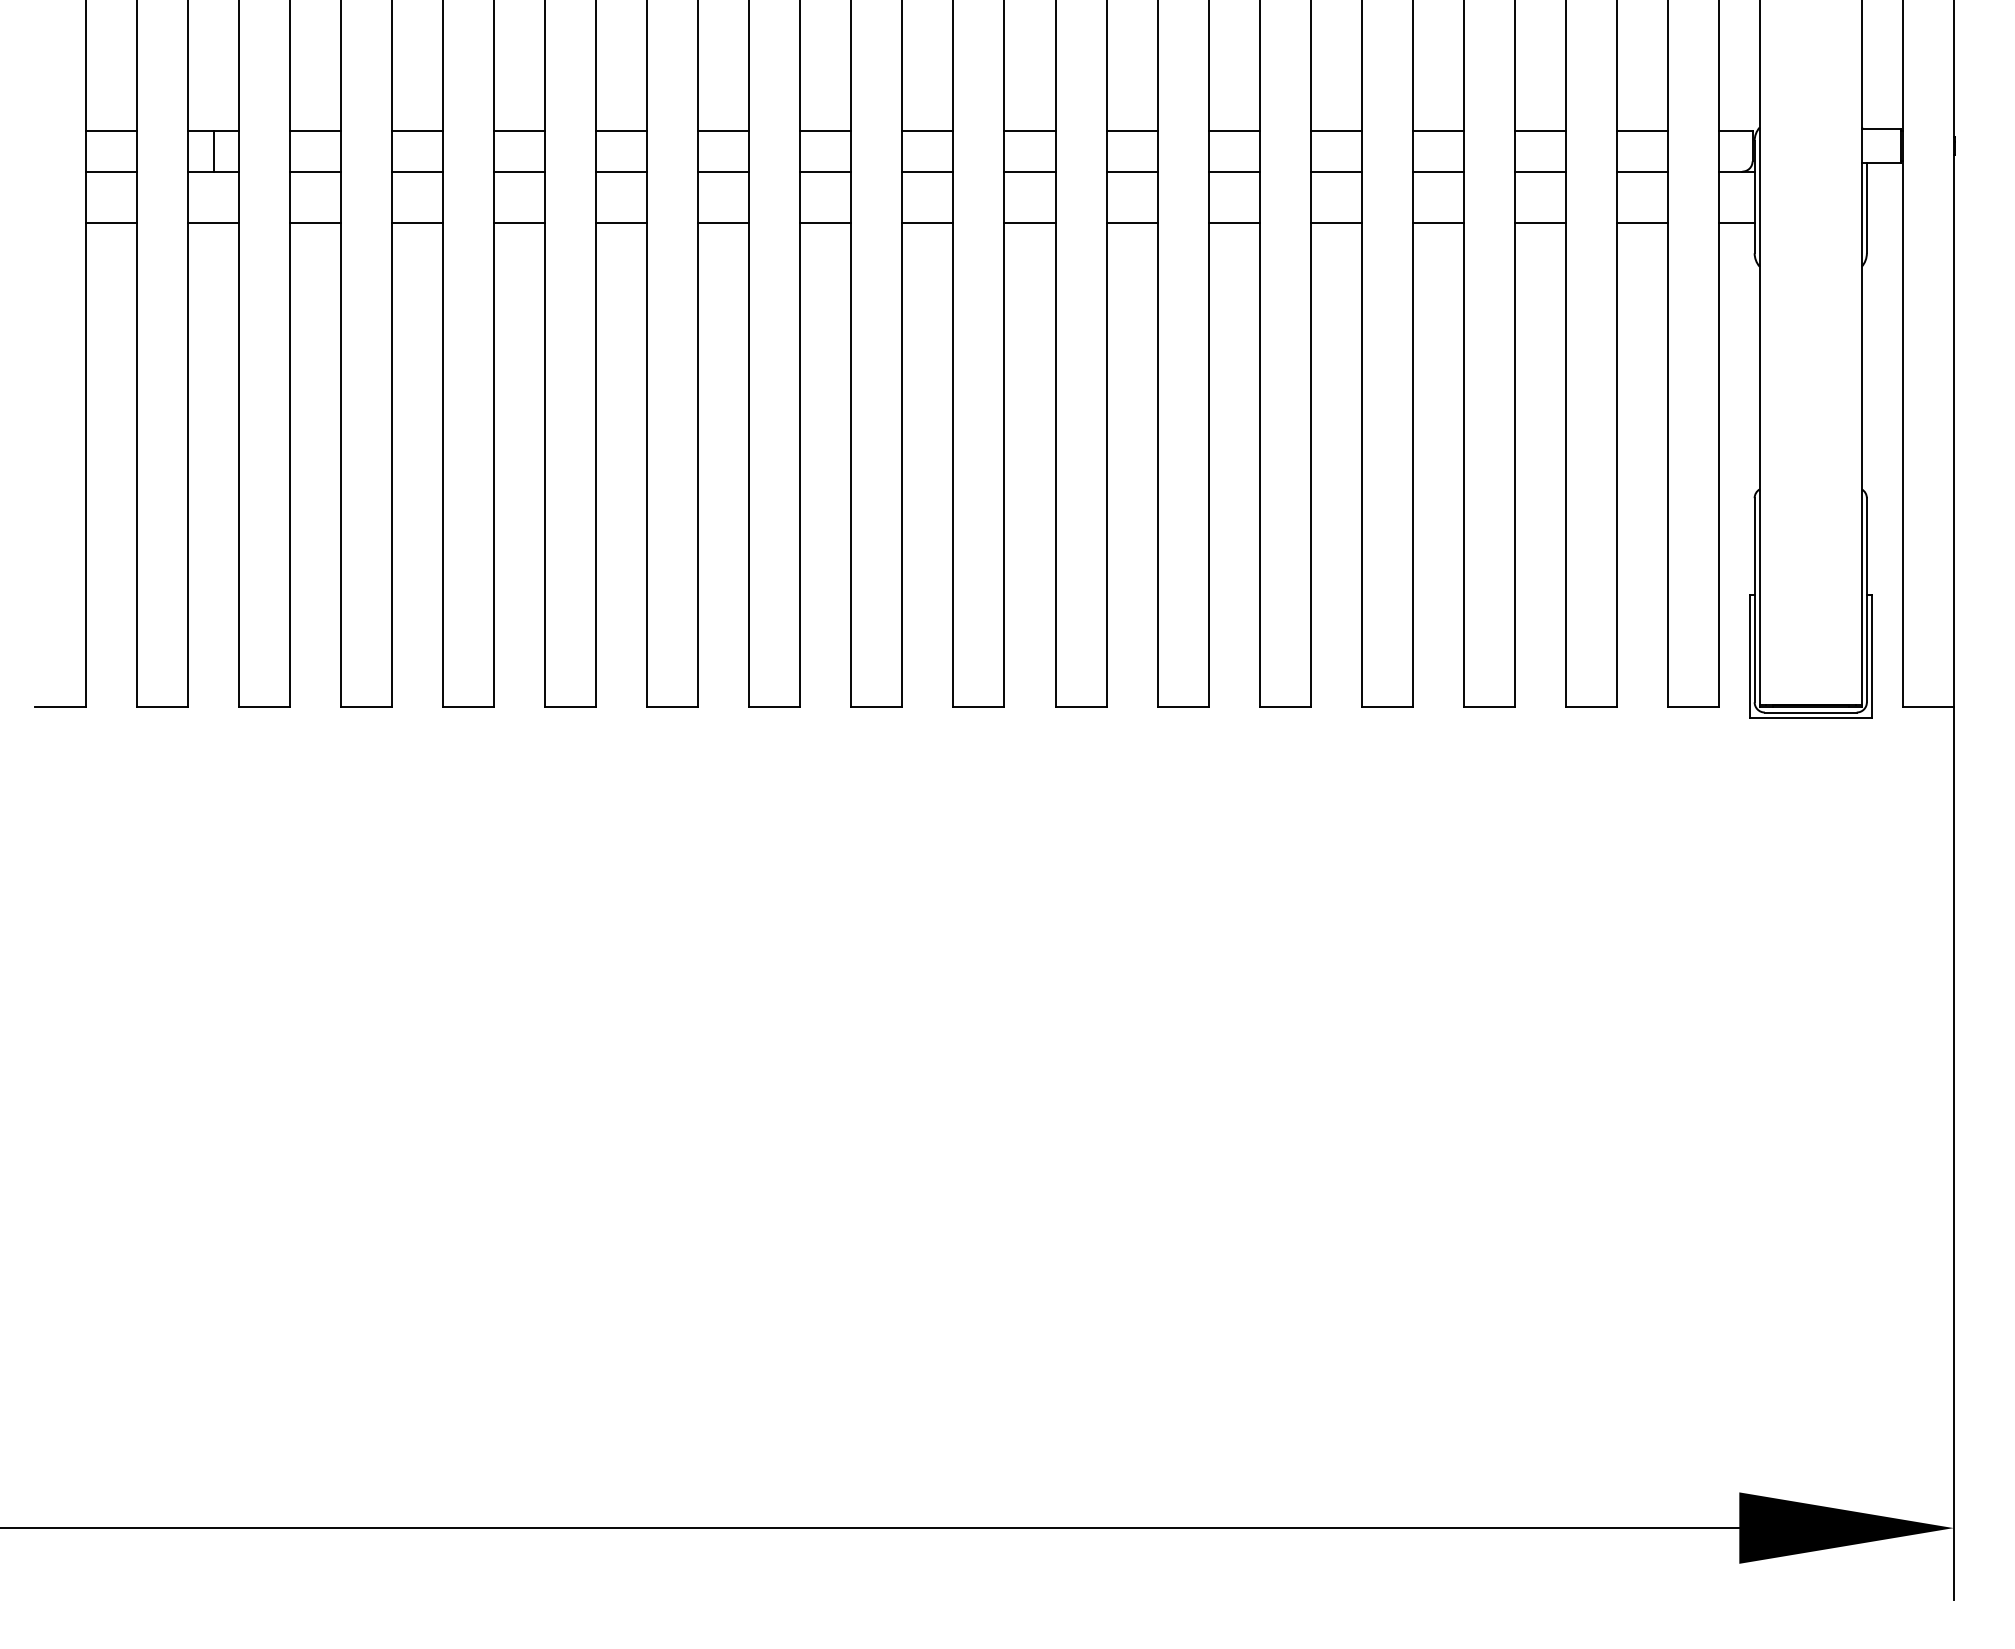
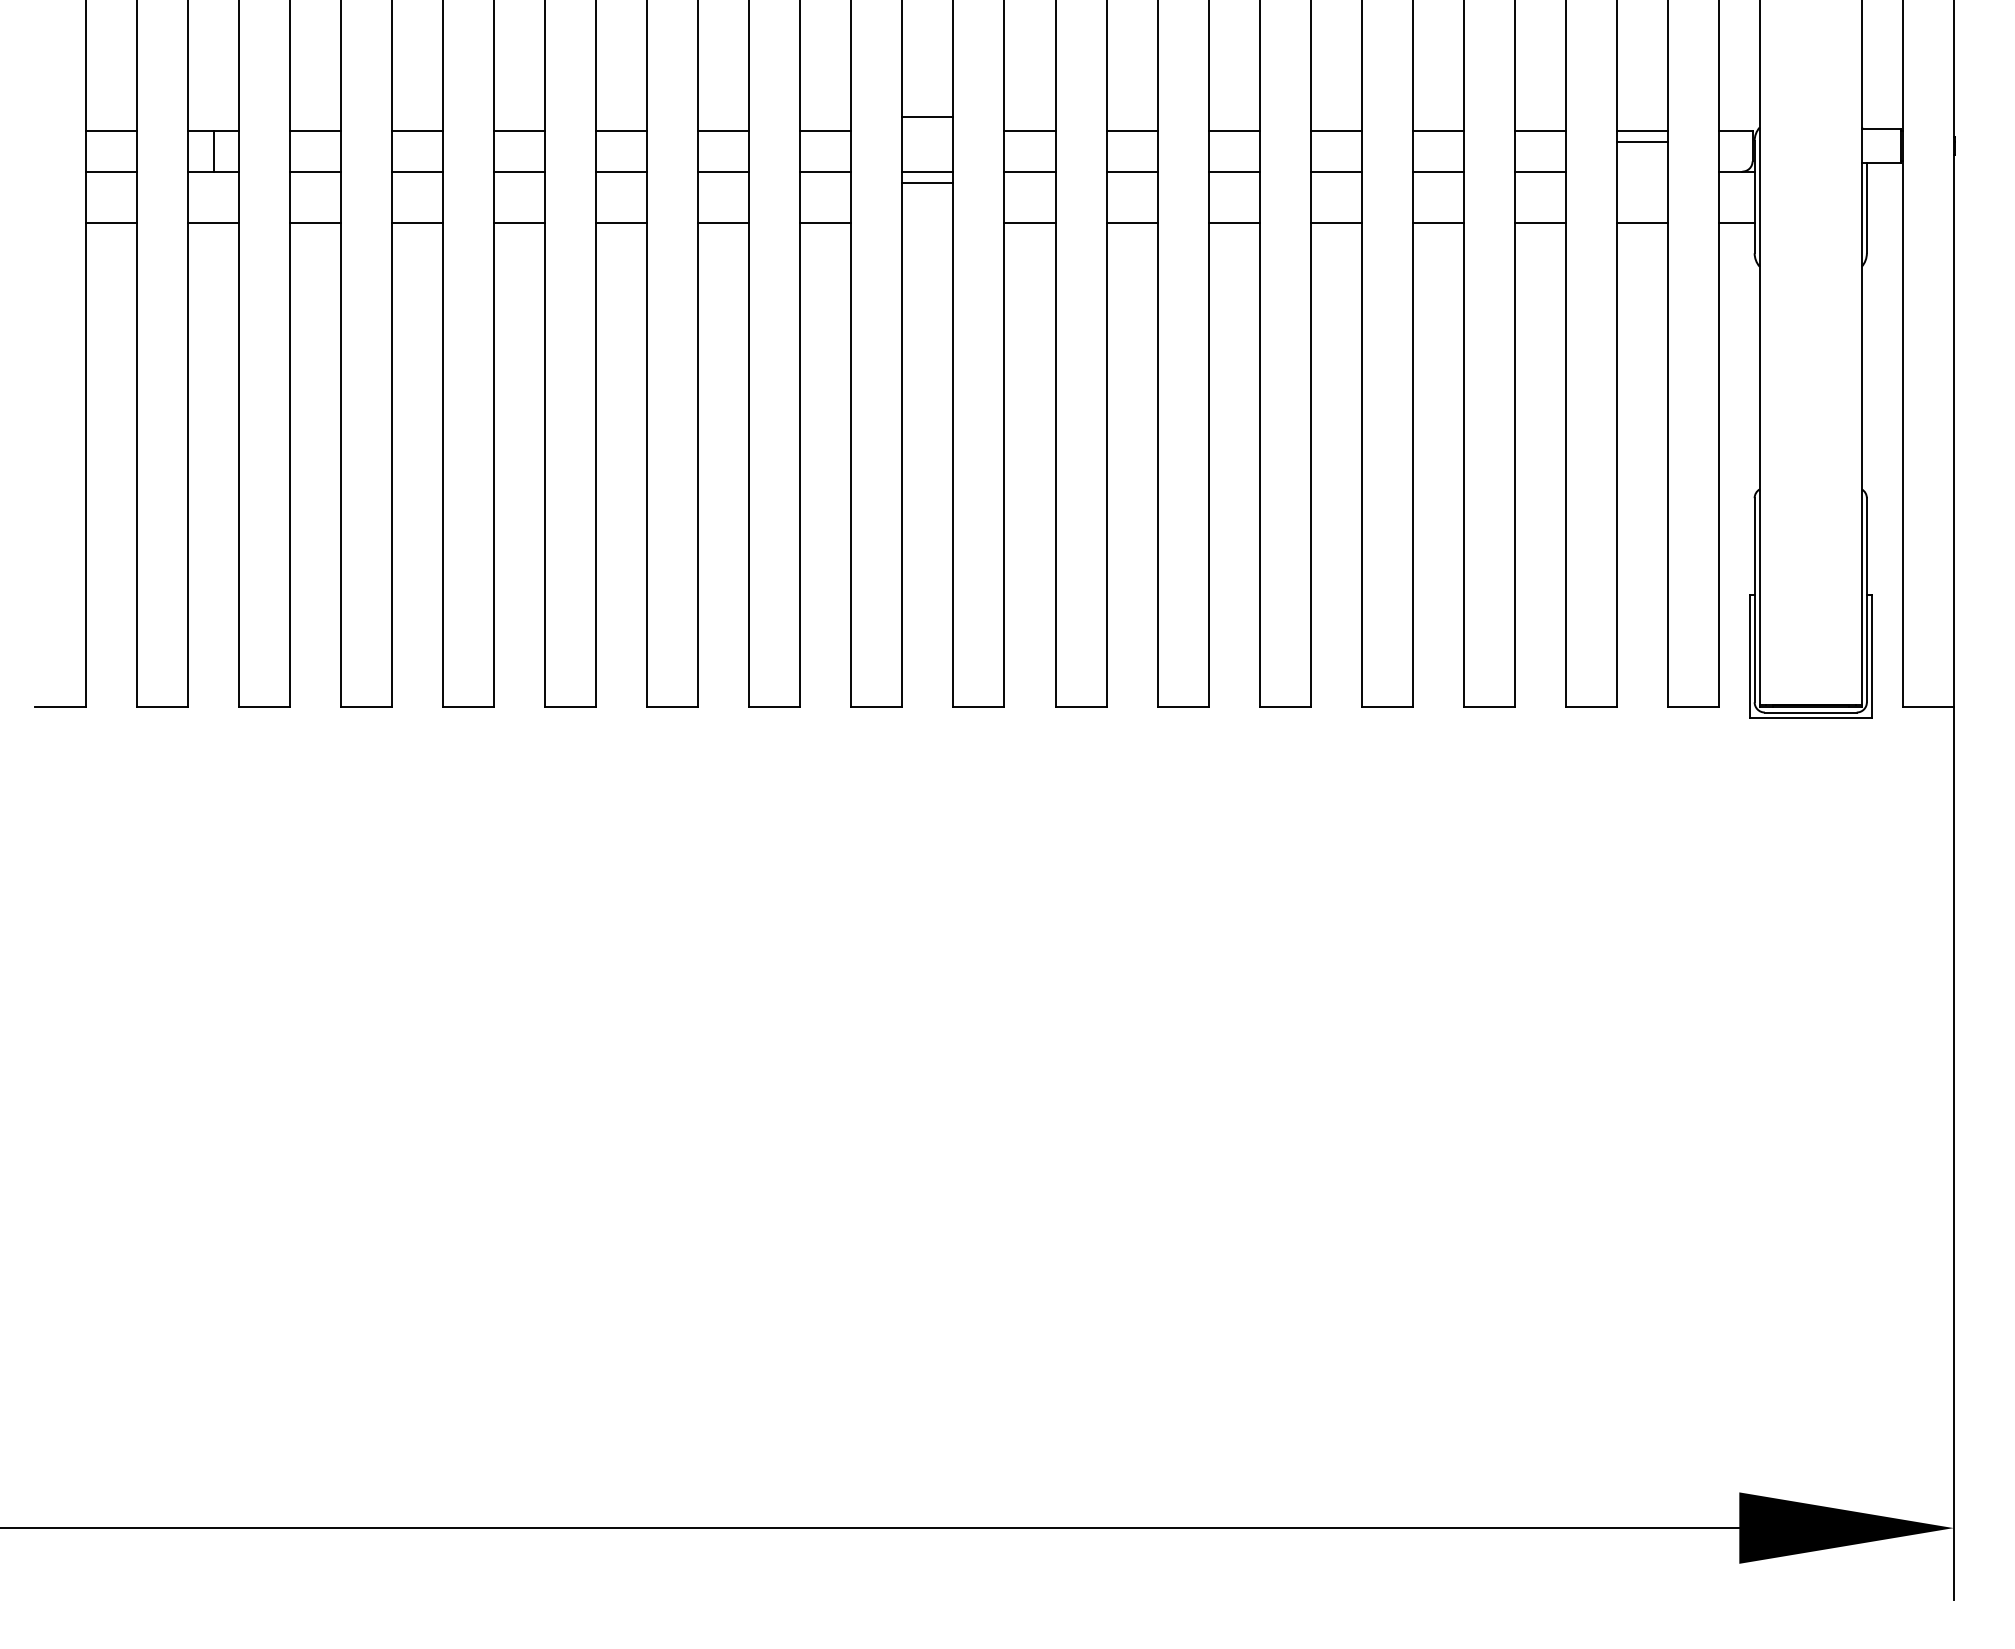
line at (927, 130) position: (927, 130) -> (927, 116)
line at (1641, 171) position: (1641, 171) -> (1641, 141)
line at (927, 222) position: (927, 222) -> (927, 182)
